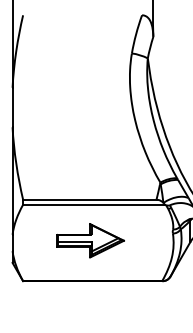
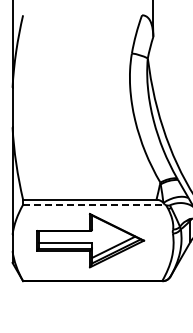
line at (93, 204): solid -> dashed
part at (90, 240) size: 69x36 px -> 110x56 px
